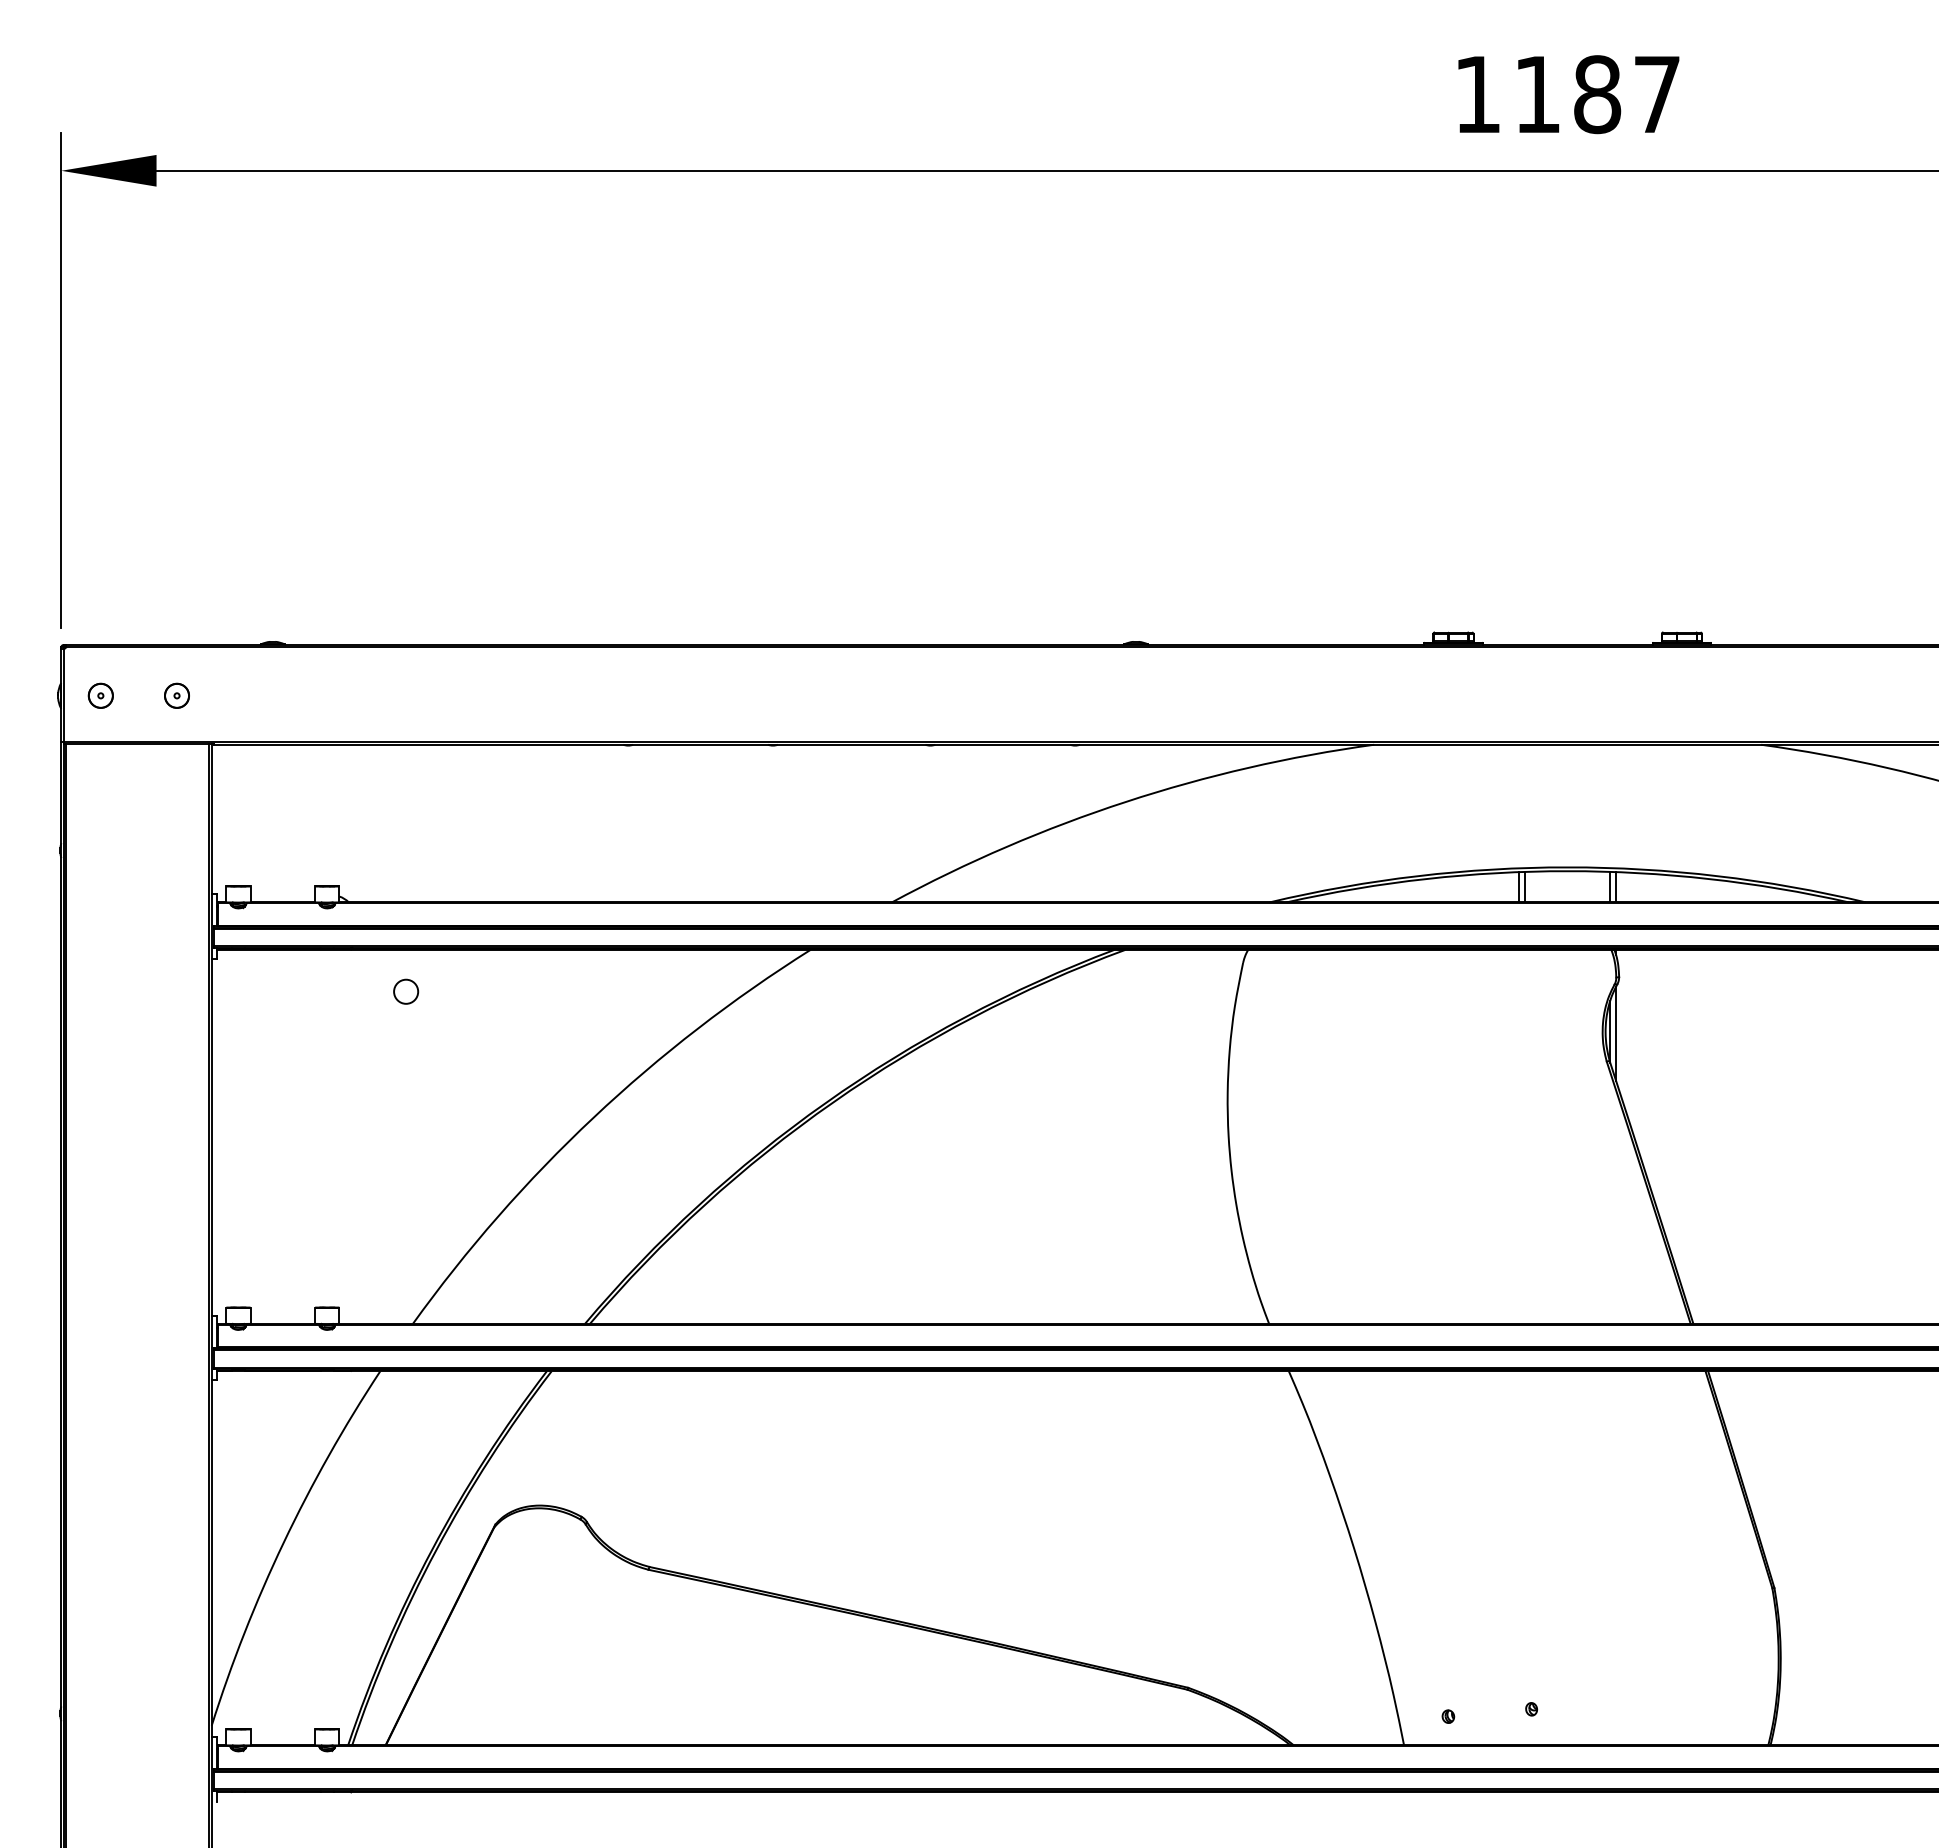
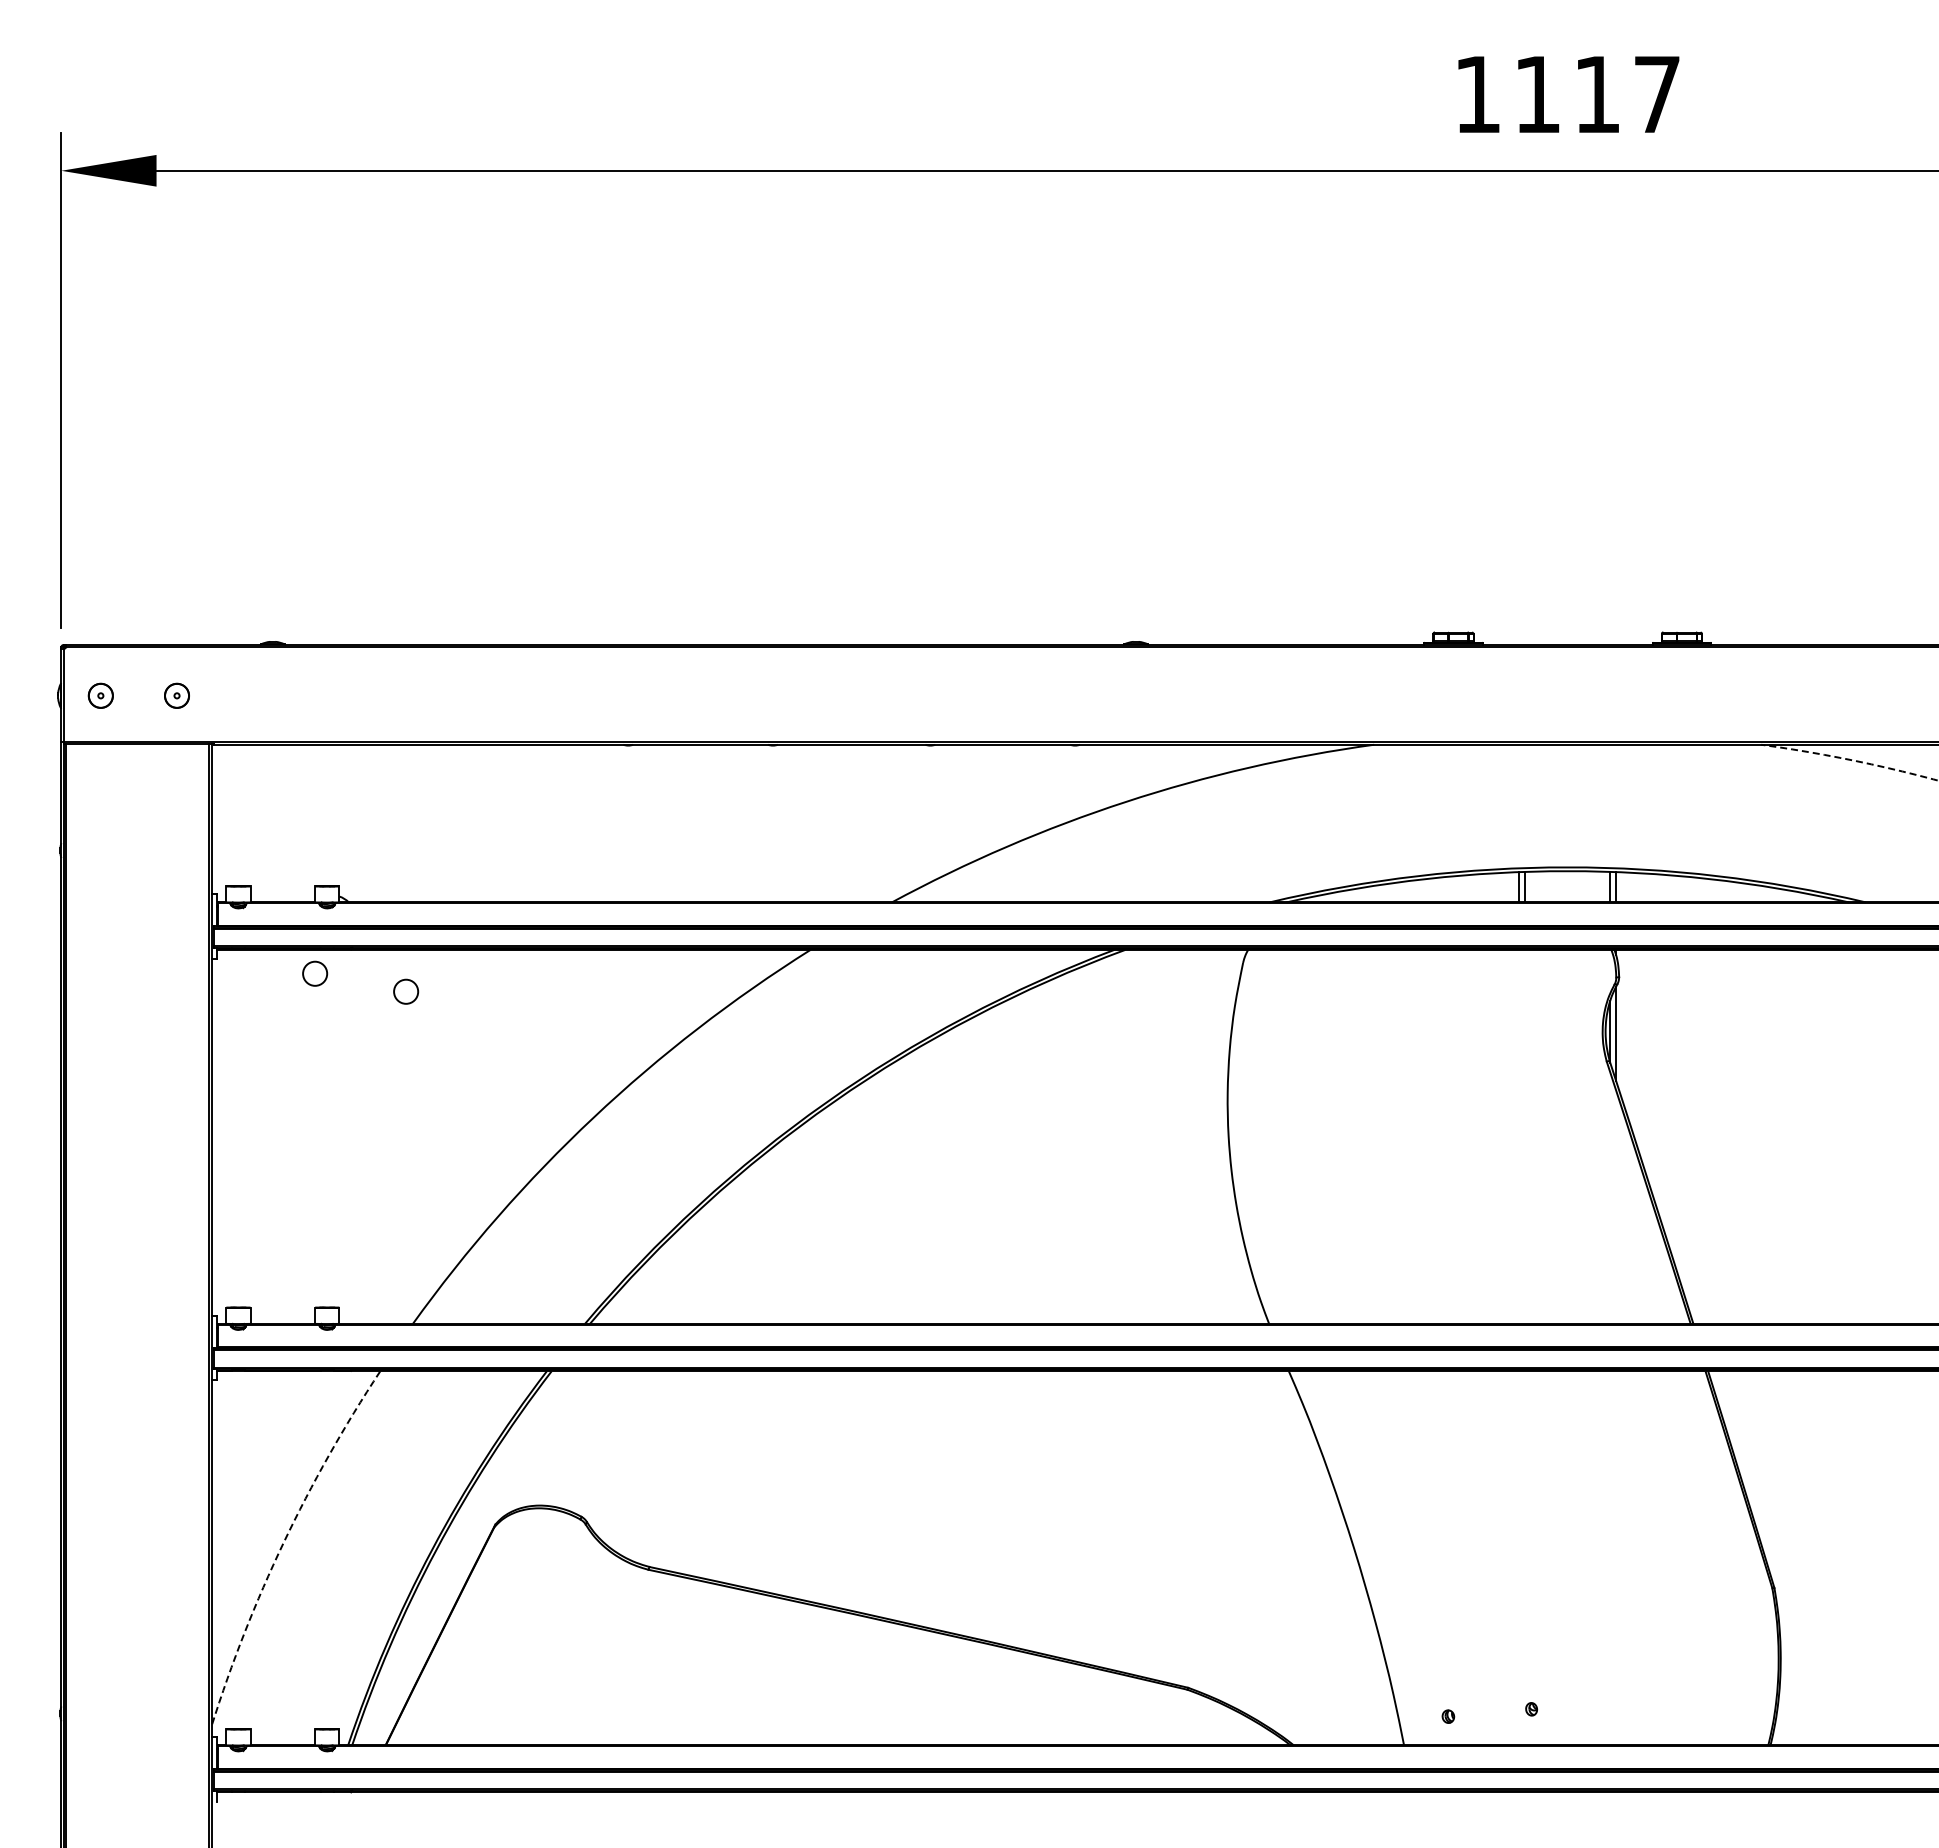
text at (1597, 94): 1187 -> 1117
arc at (1850, 760): solid -> dashed
circle at (315, 973): none -> present
arc at (283, 1542): solid -> dashed
